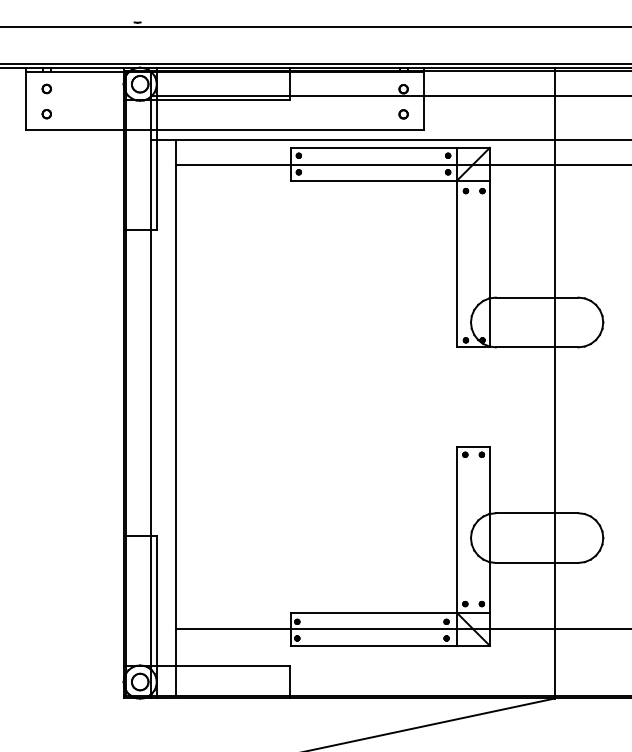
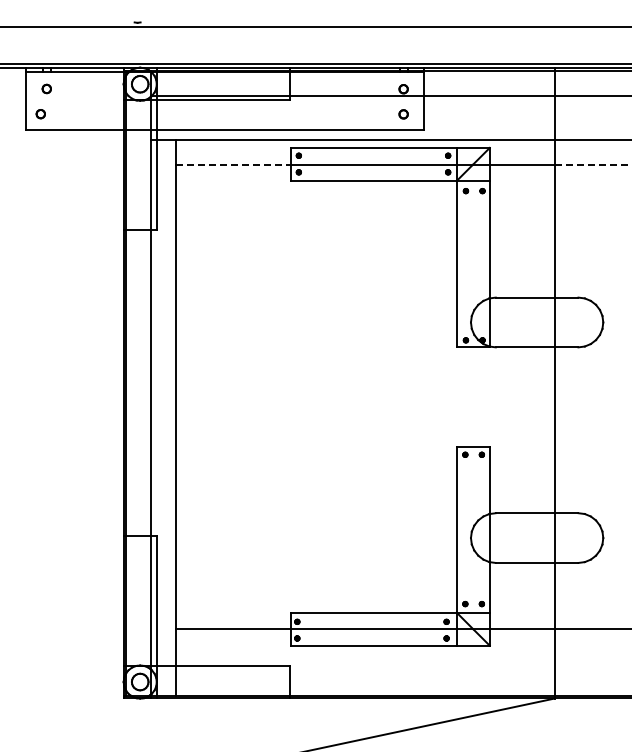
part at (46, 114) position: (46, 114) -> (40, 114)
line at (233, 164): solid -> dashed
line at (593, 164): solid -> dashed
